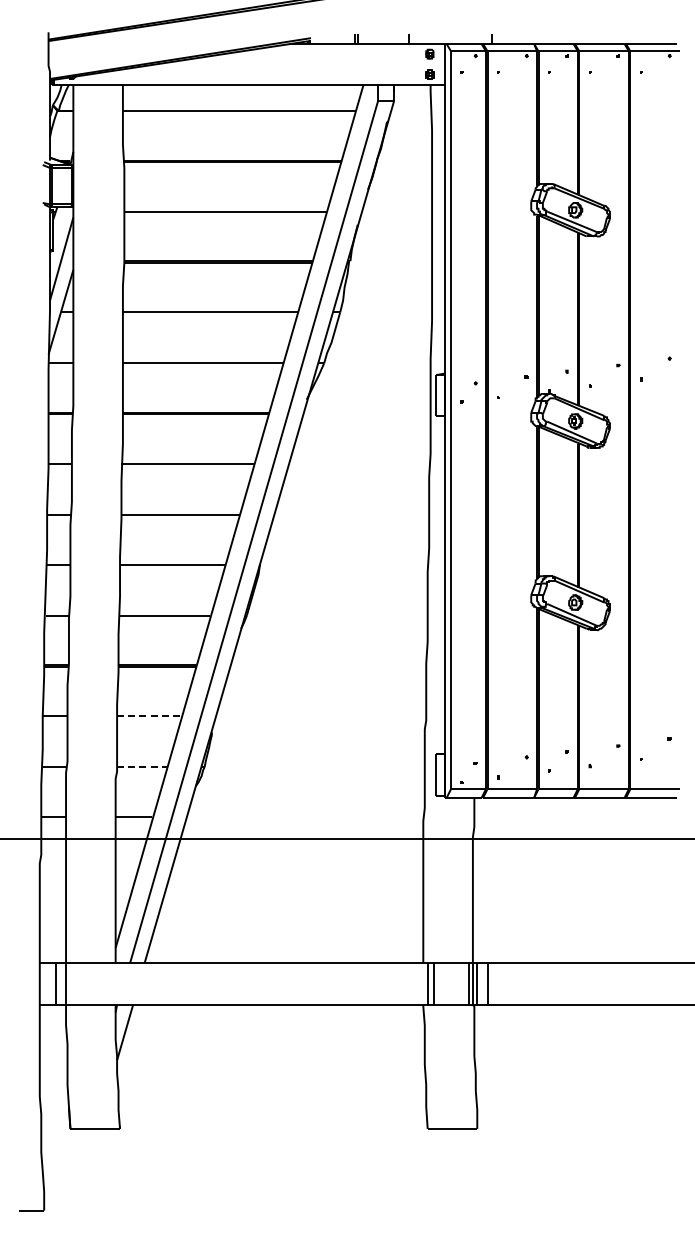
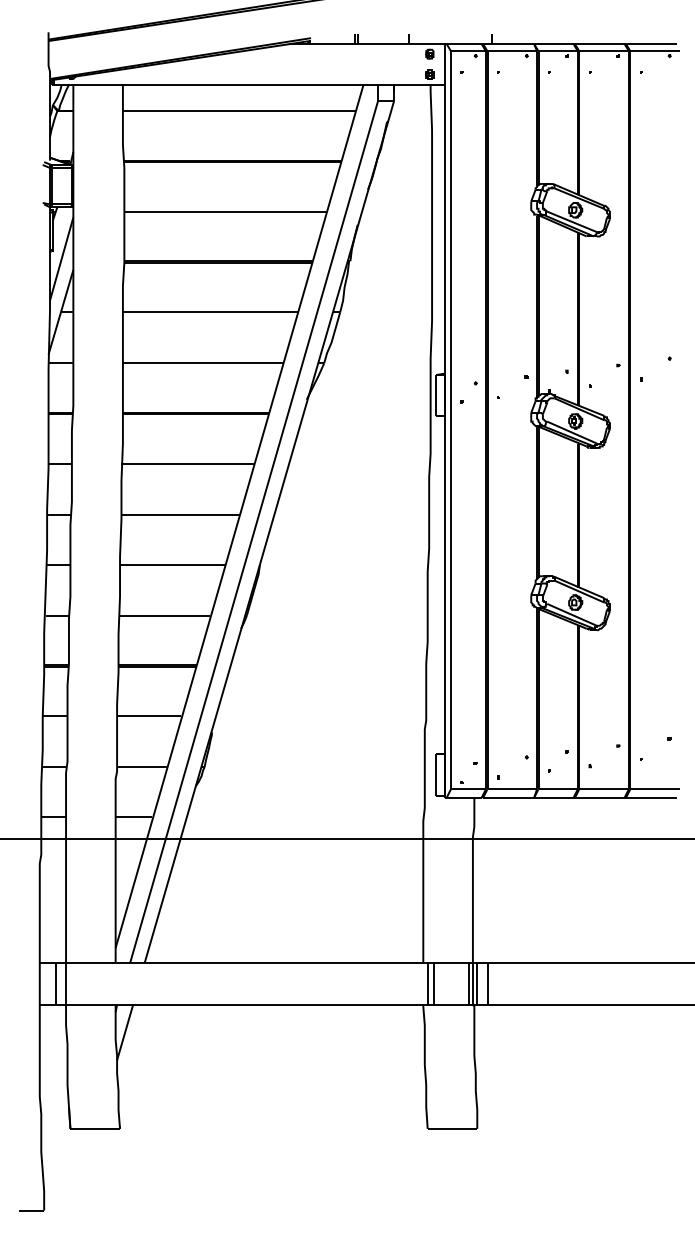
line at (149, 716): dashed -> solid
line at (141, 767): dashed -> solid
